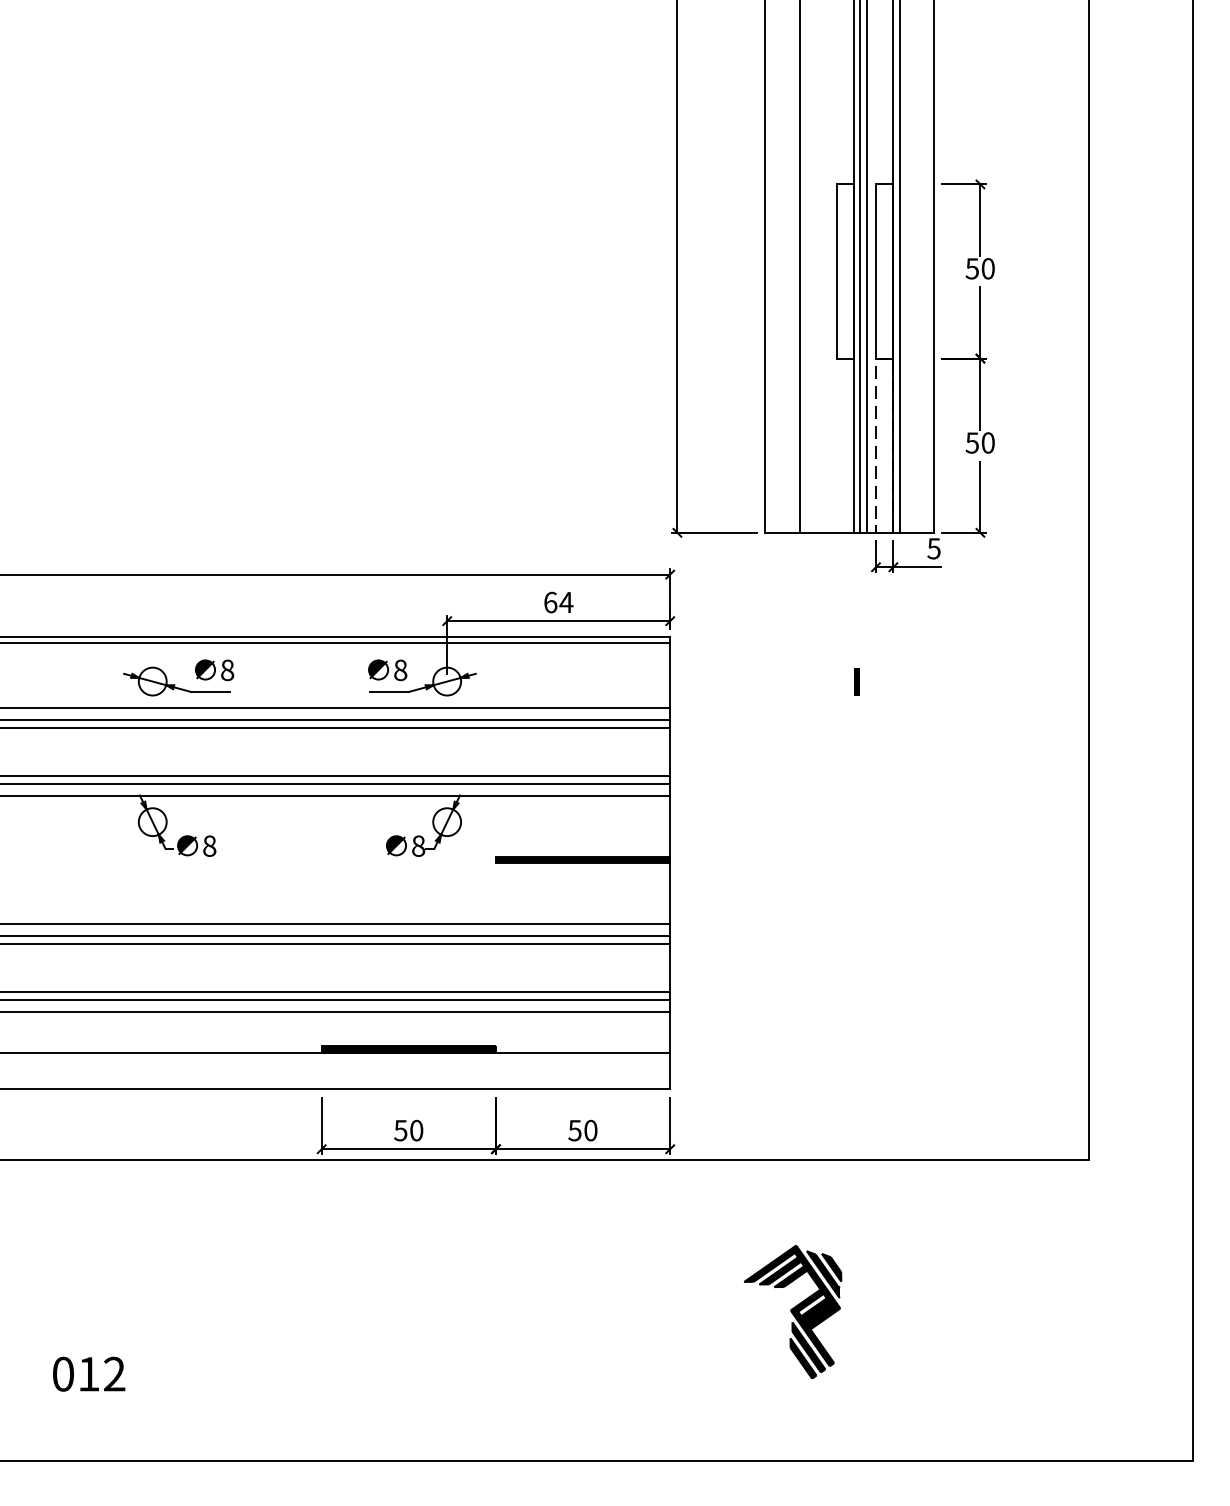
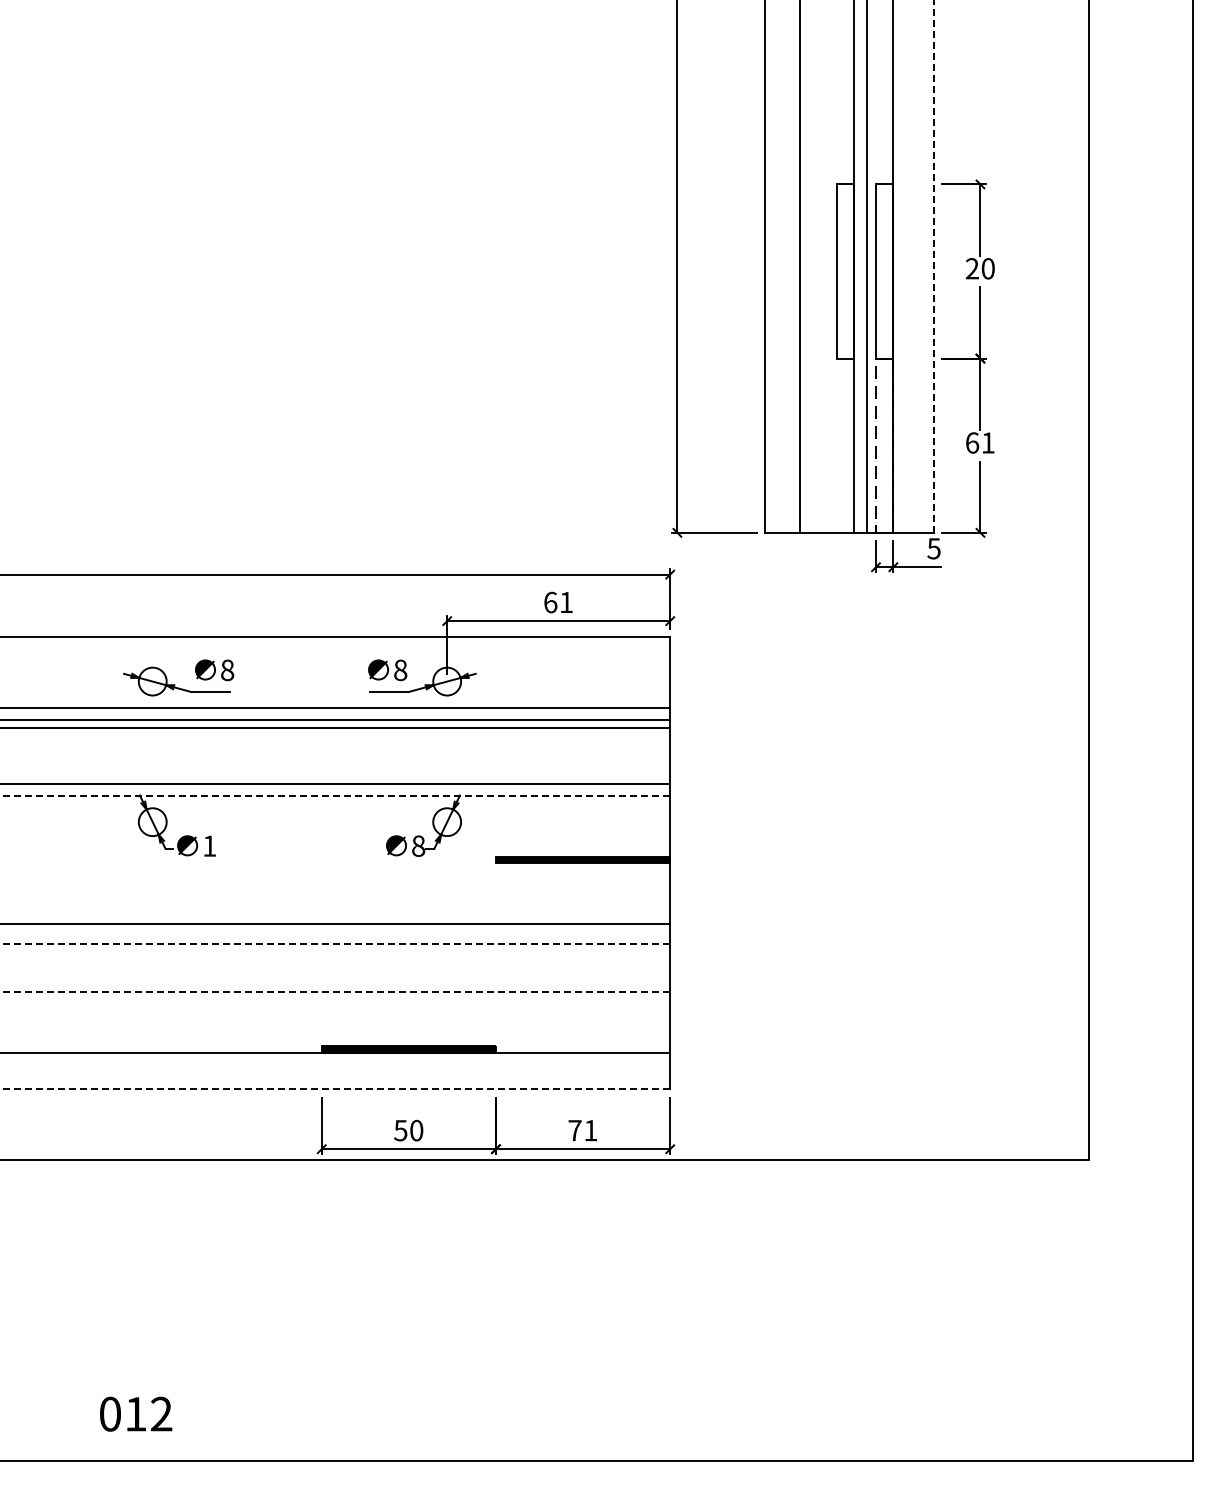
line at (934, 265): solid -> dashed
line at (859, 267): present -> none
line at (900, 267): present -> none
text at (971, 268): 50 -> 20
text at (979, 442): 50 -> 61
text at (566, 602): 64 -> 61
line at (336, 643): present -> none
part at (856, 681): present -> none
line at (336, 776): present -> none
line at (335, 795): solid -> dashed
text at (209, 845): 8 -> 1
line at (336, 936): present -> none
line at (335, 943): solid -> dashed
line at (335, 992): solid -> dashed
line at (336, 999): present -> none
line at (336, 1011): present -> none
line at (335, 1089): solid -> dashed
text at (582, 1130): 50 -> 71
part at (793, 1312): present -> none
text at (89, 1373) position: (89, 1373) -> (136, 1413)
